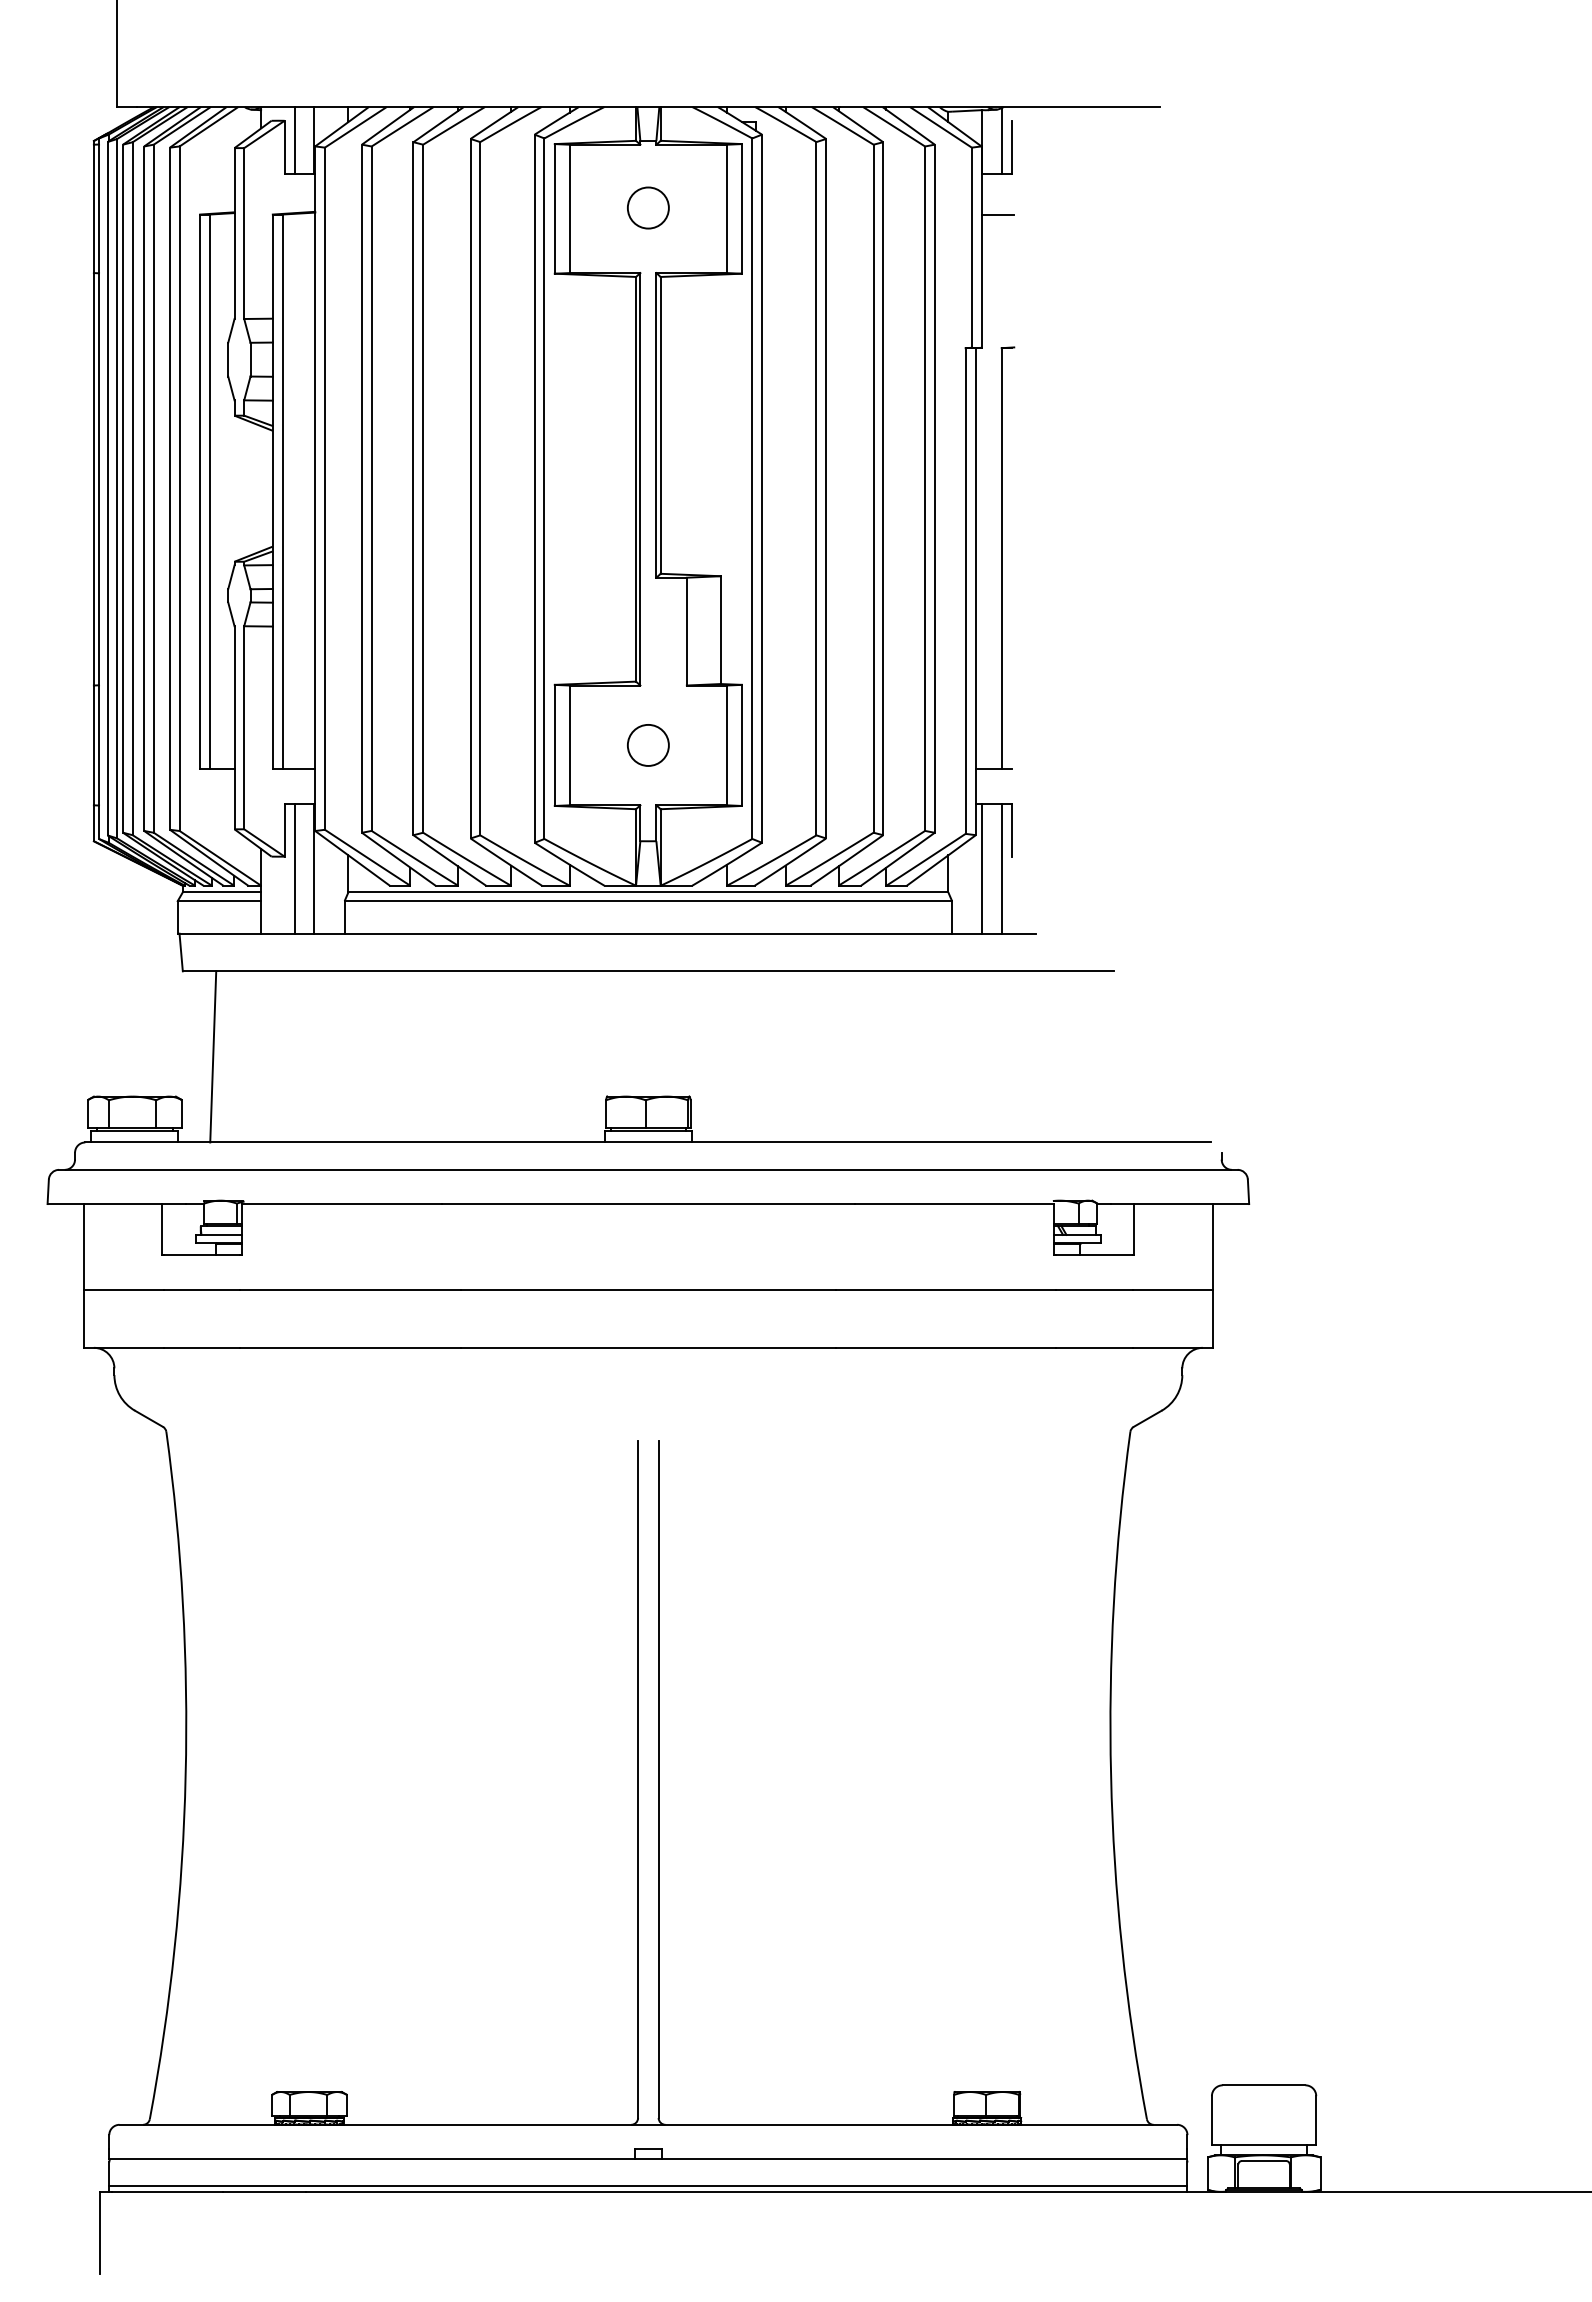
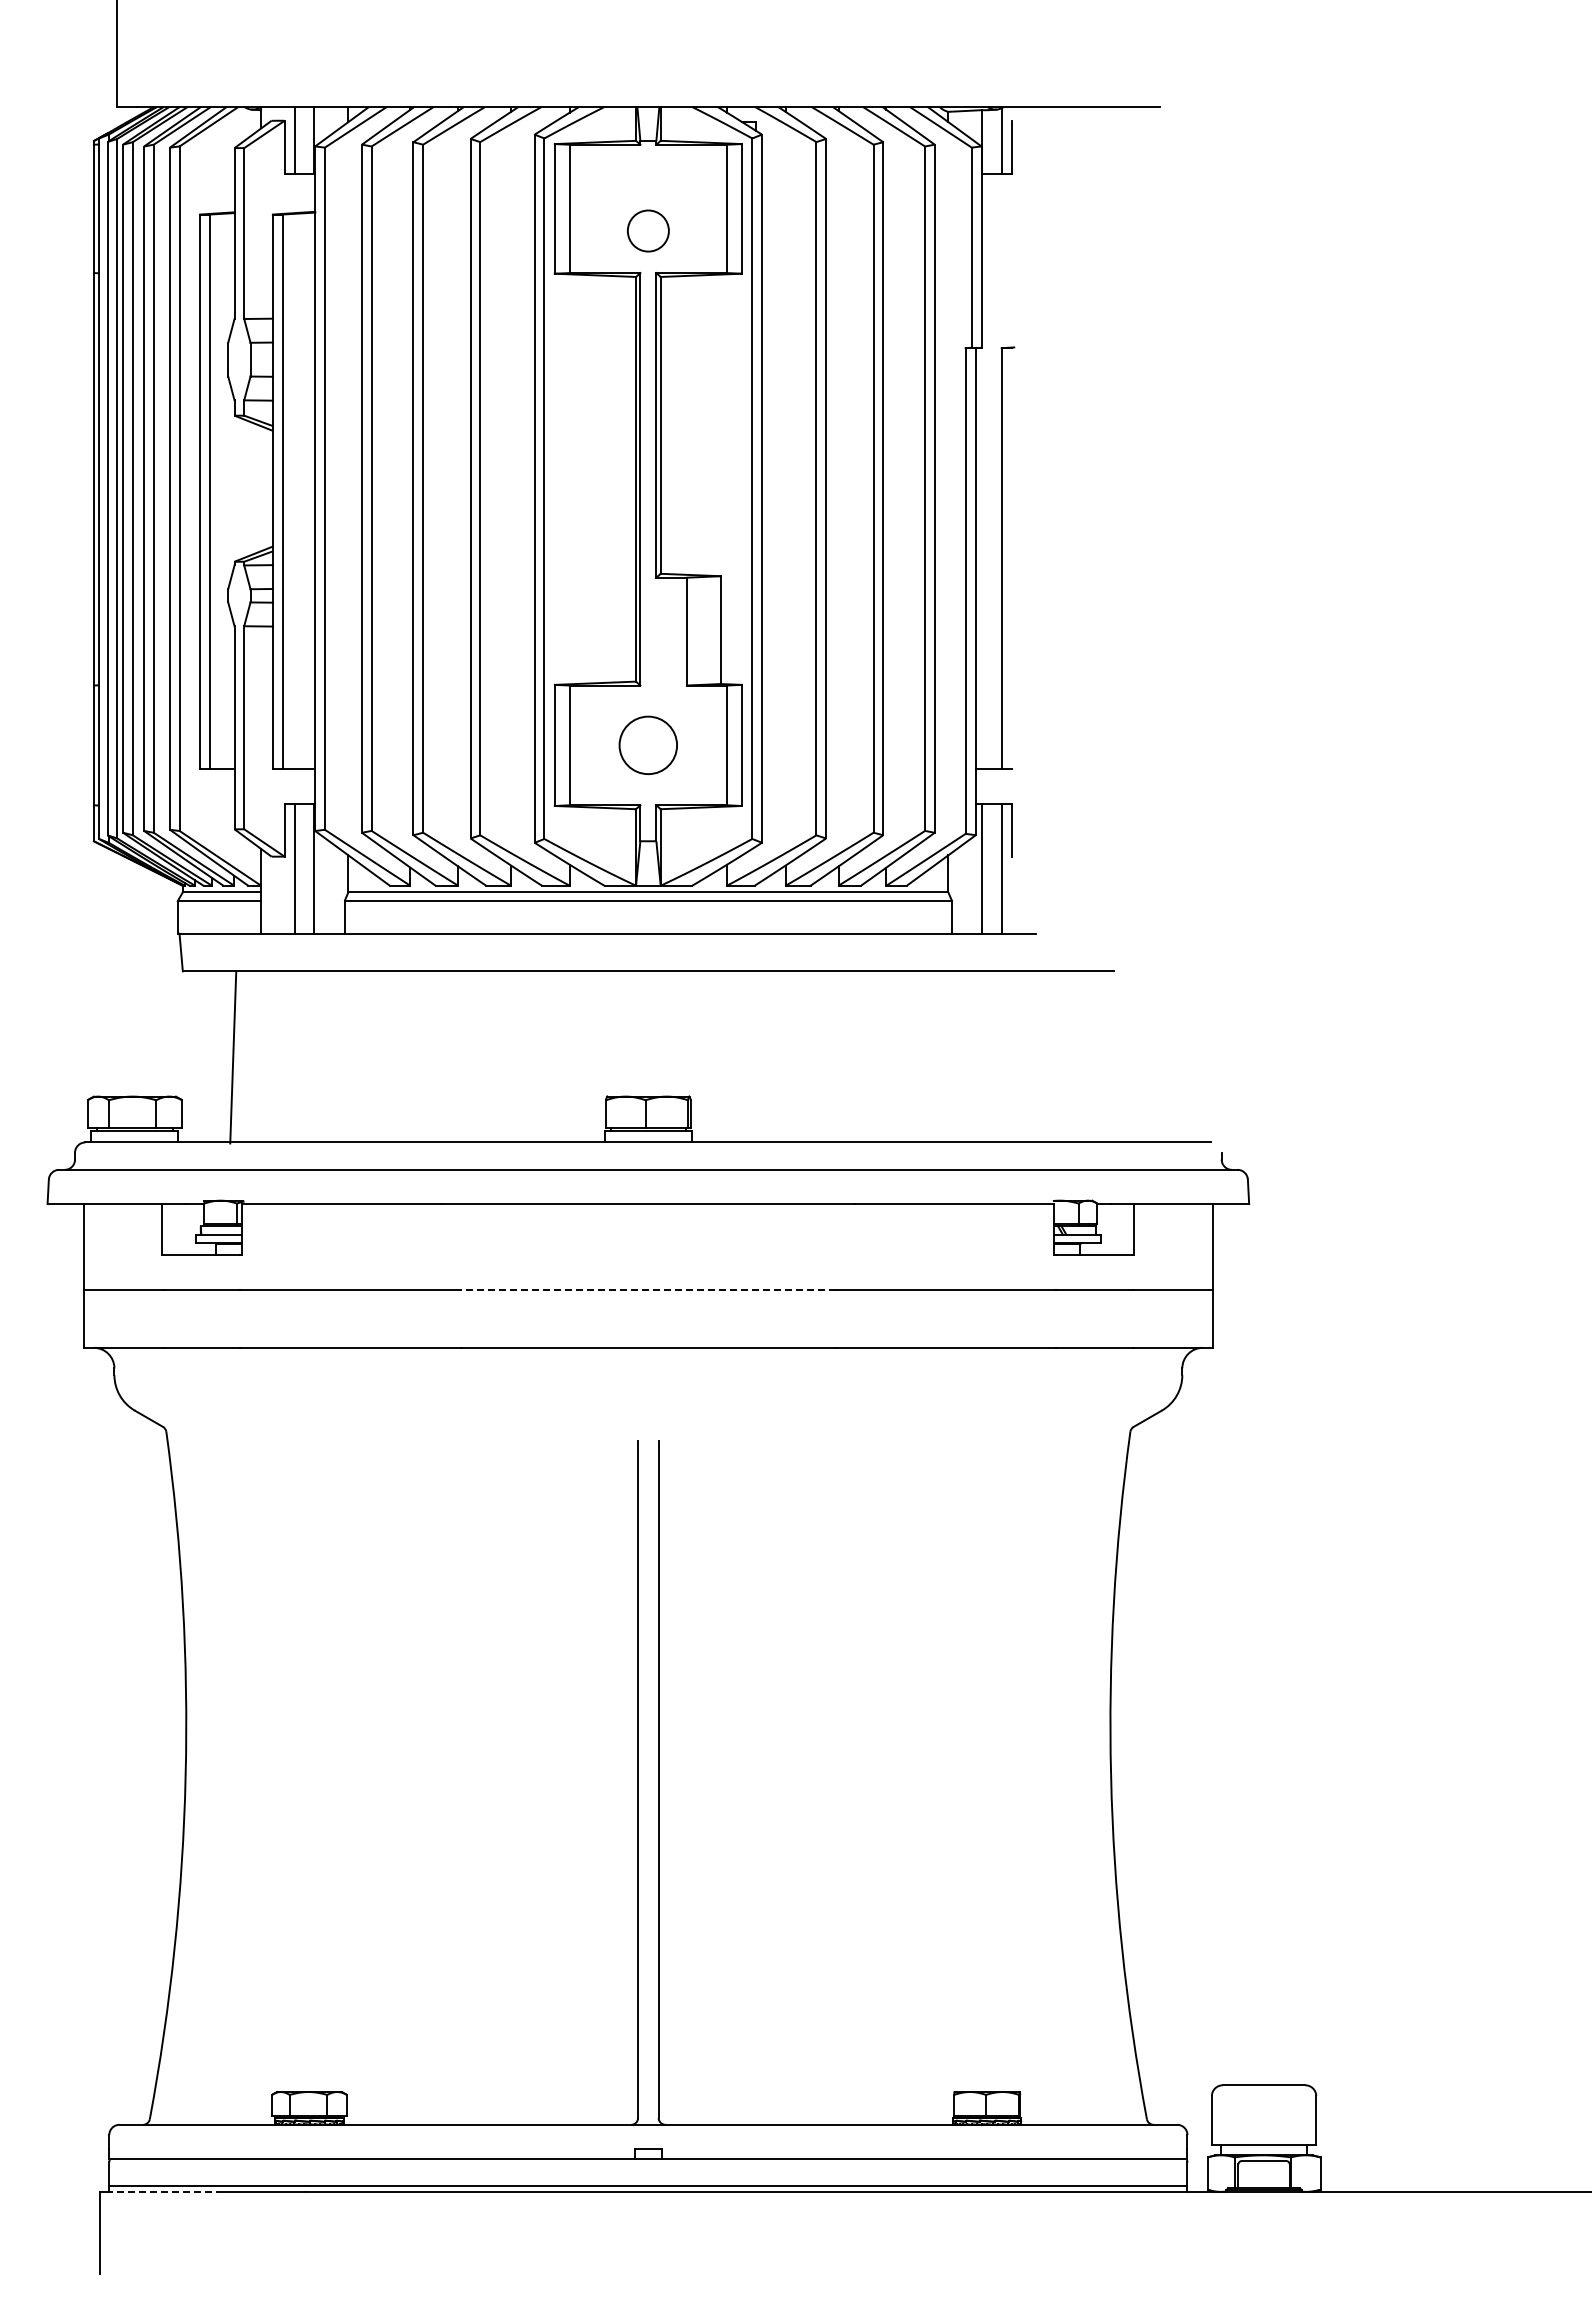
circle at (648, 207) position: (648, 207) -> (648, 230)
line at (997, 214): present -> none
circle at (648, 745) size: 43x43 px -> 60x60 px
line at (213, 1056) position: (213, 1056) -> (233, 1057)
line at (647, 1289): solid -> dashed
line at (166, 2191): solid -> dashed
